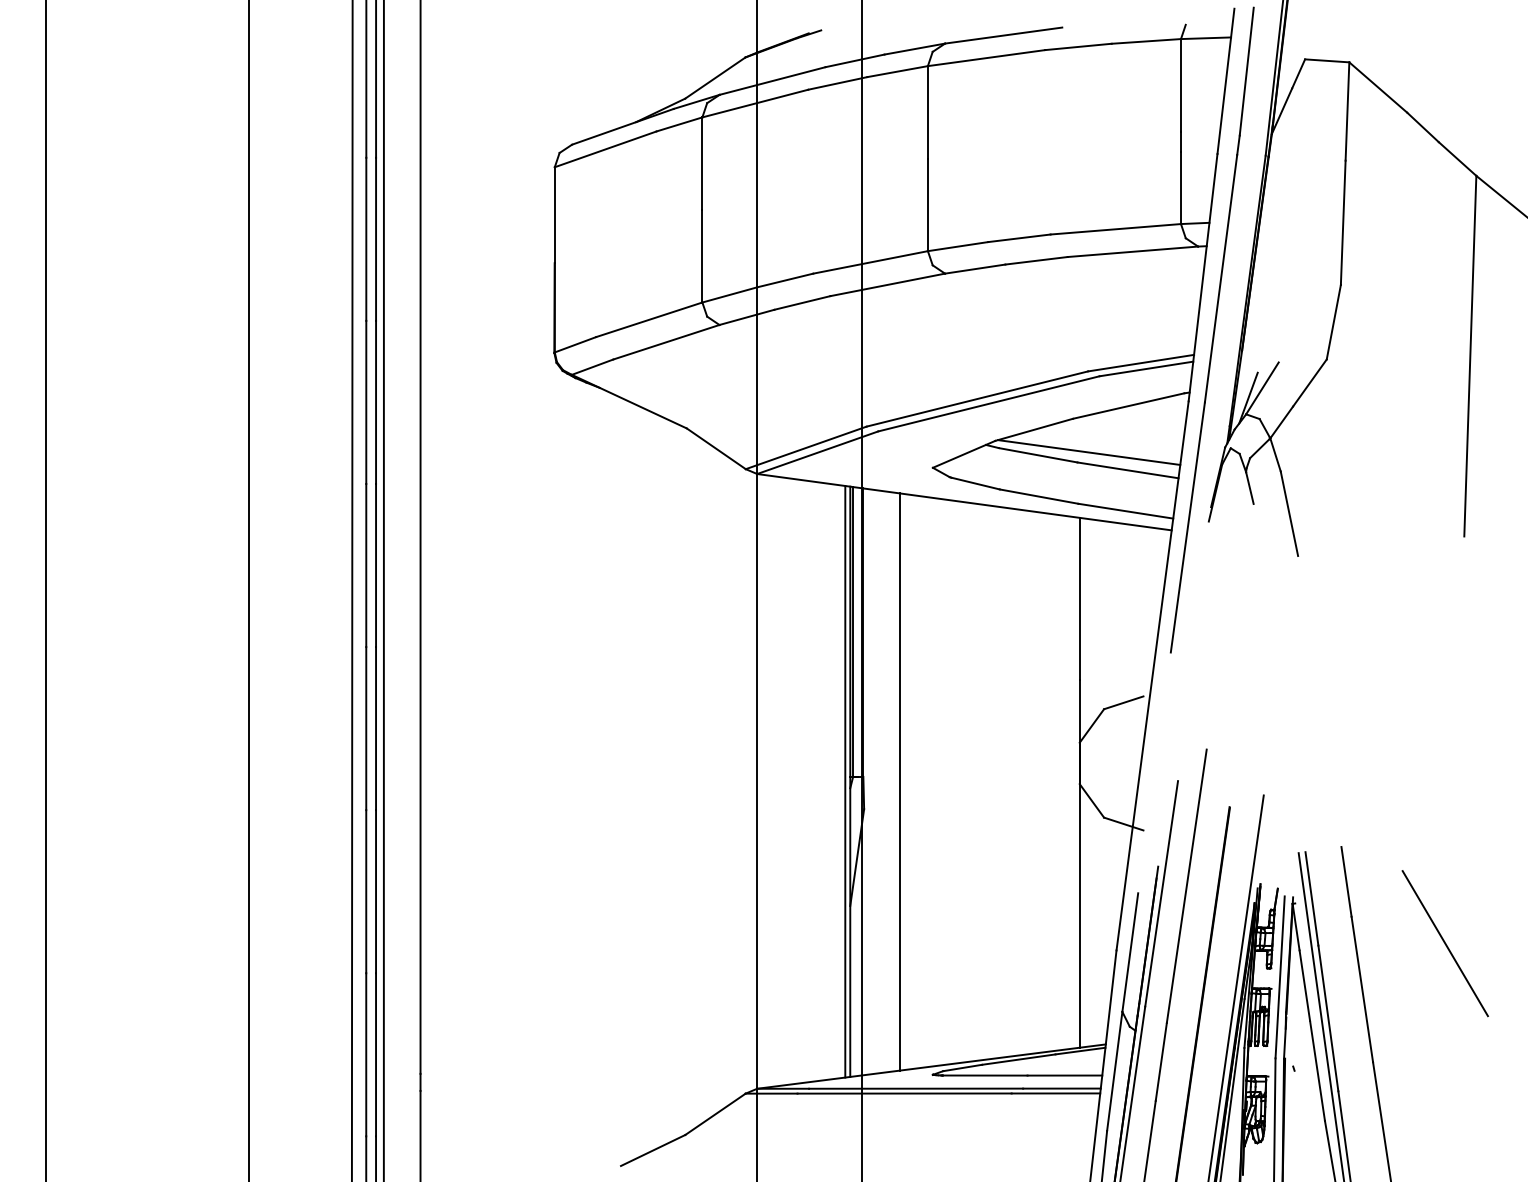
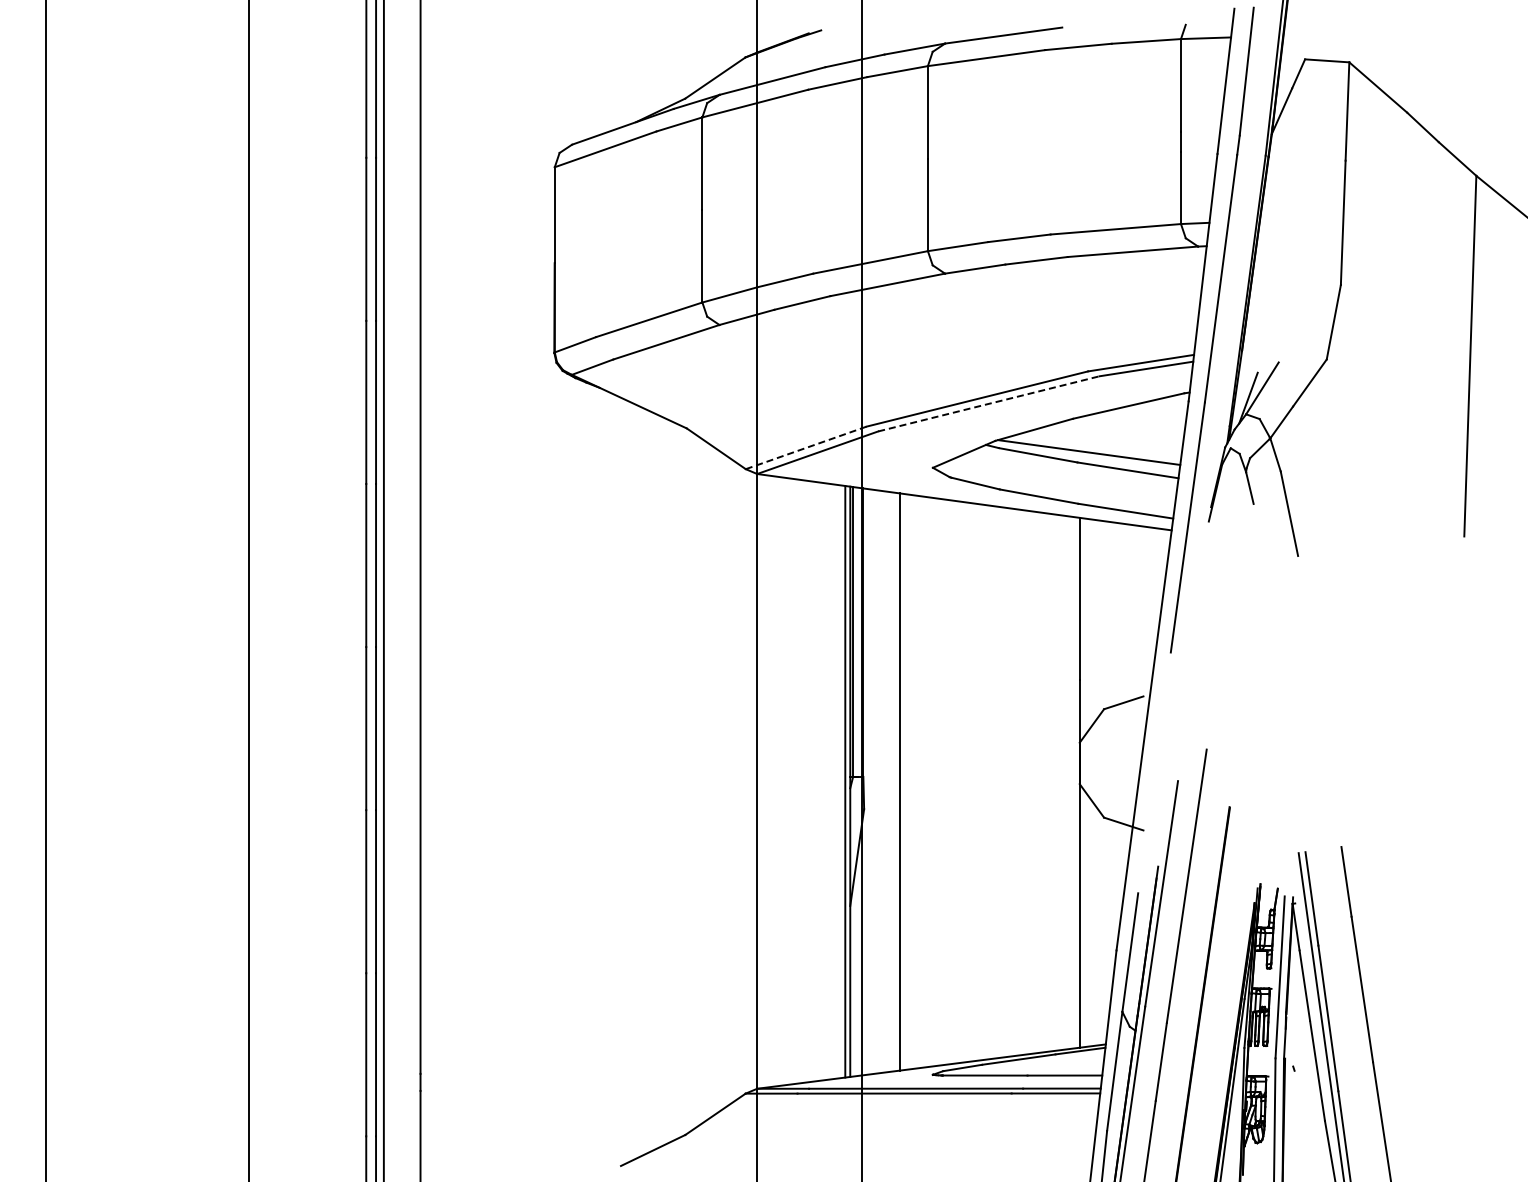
line at (989, 403): solid -> dashed
line at (806, 447): solid -> dashed
line at (351, 590): present -> none
line at (1444, 943): present -> none
line at (1235, 986): present -> none
